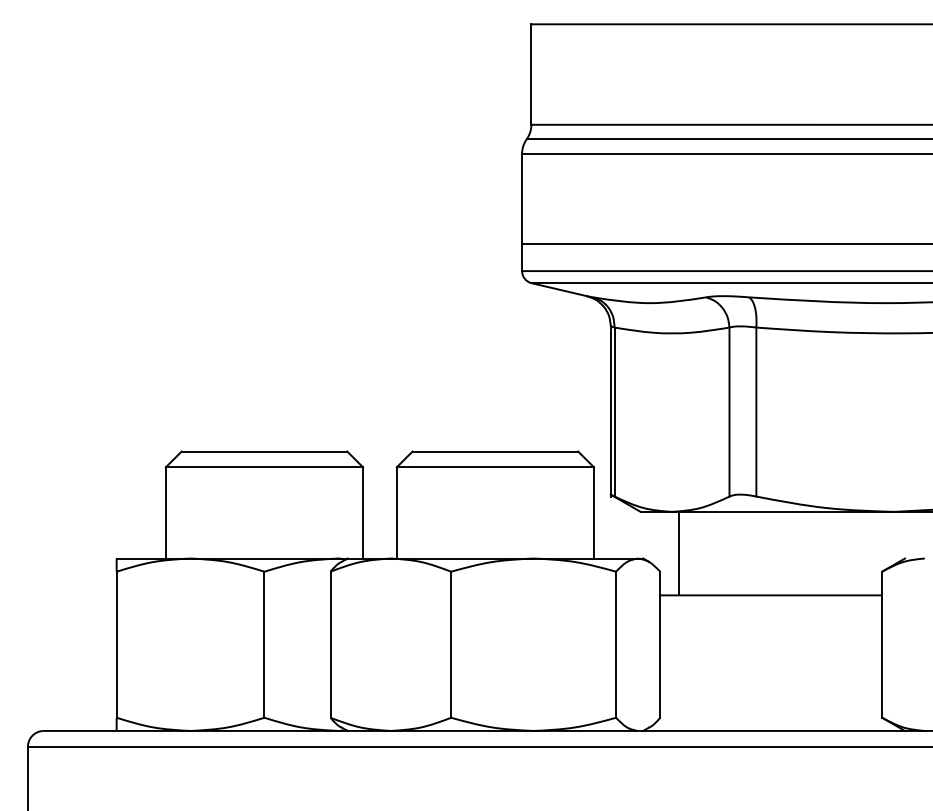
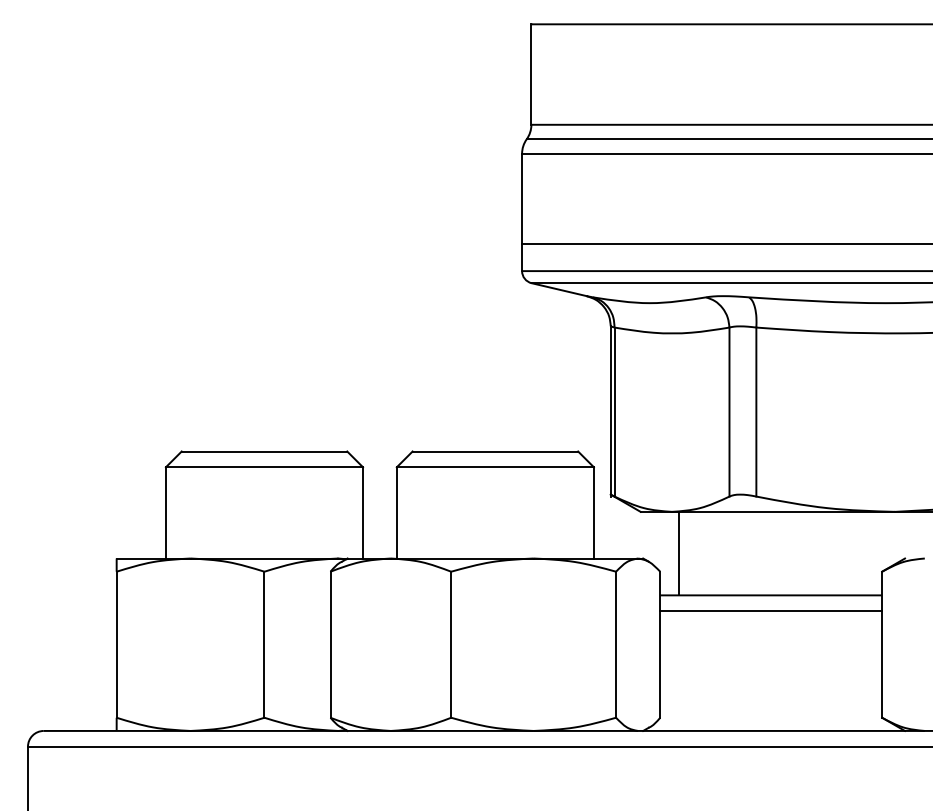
line at (771, 611): none -> present
